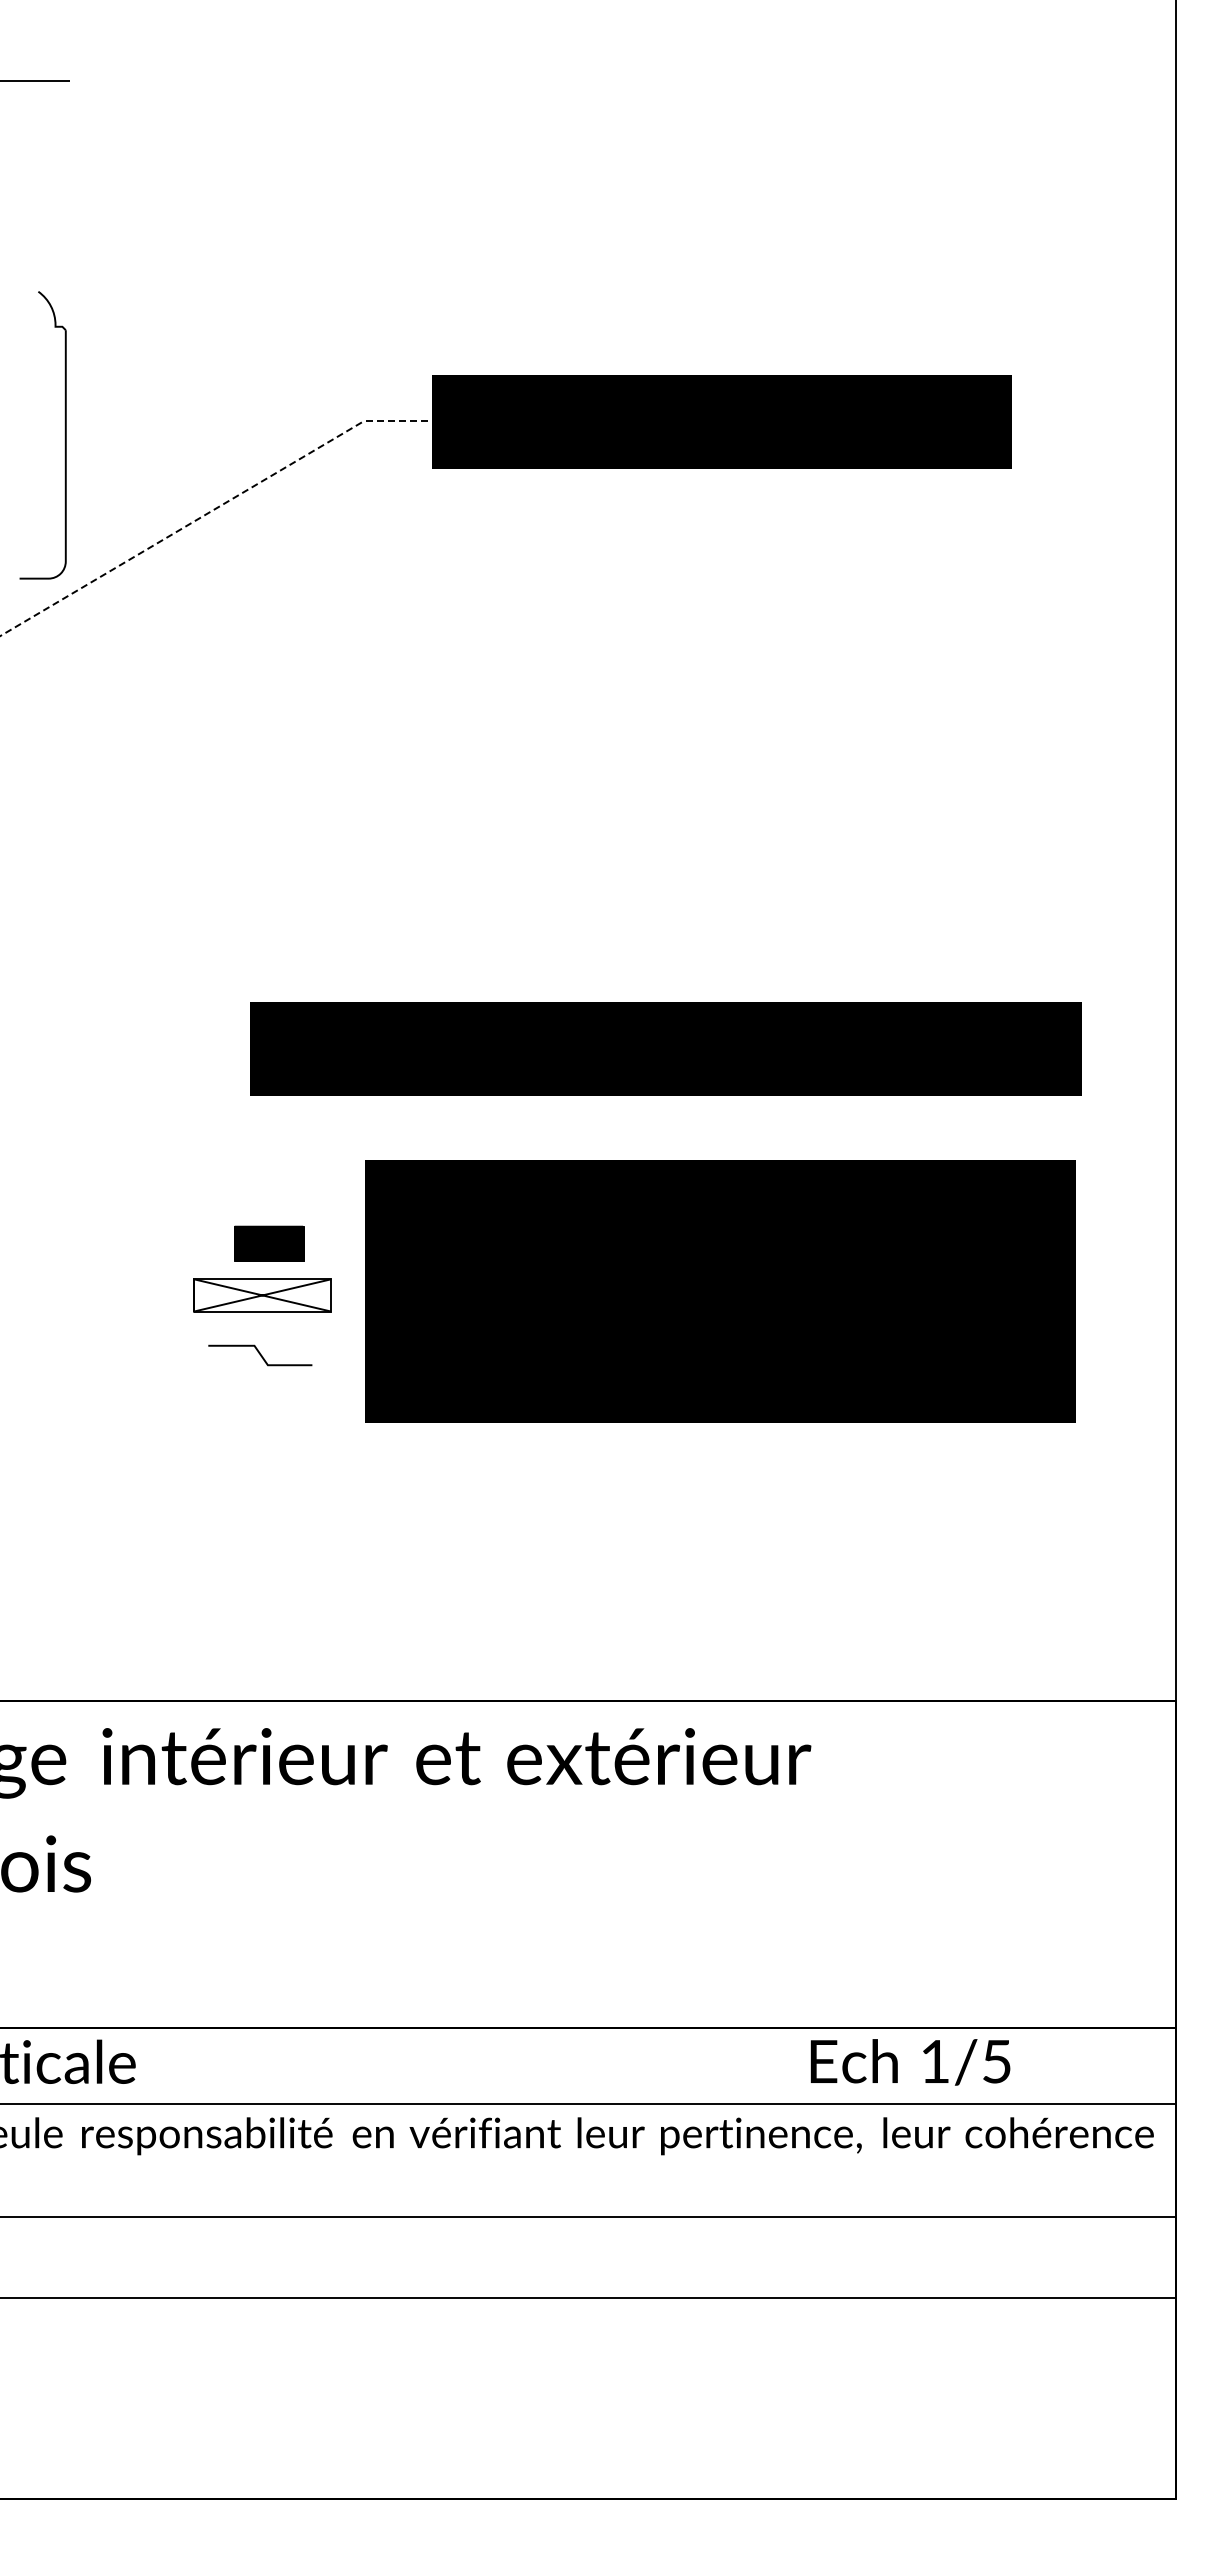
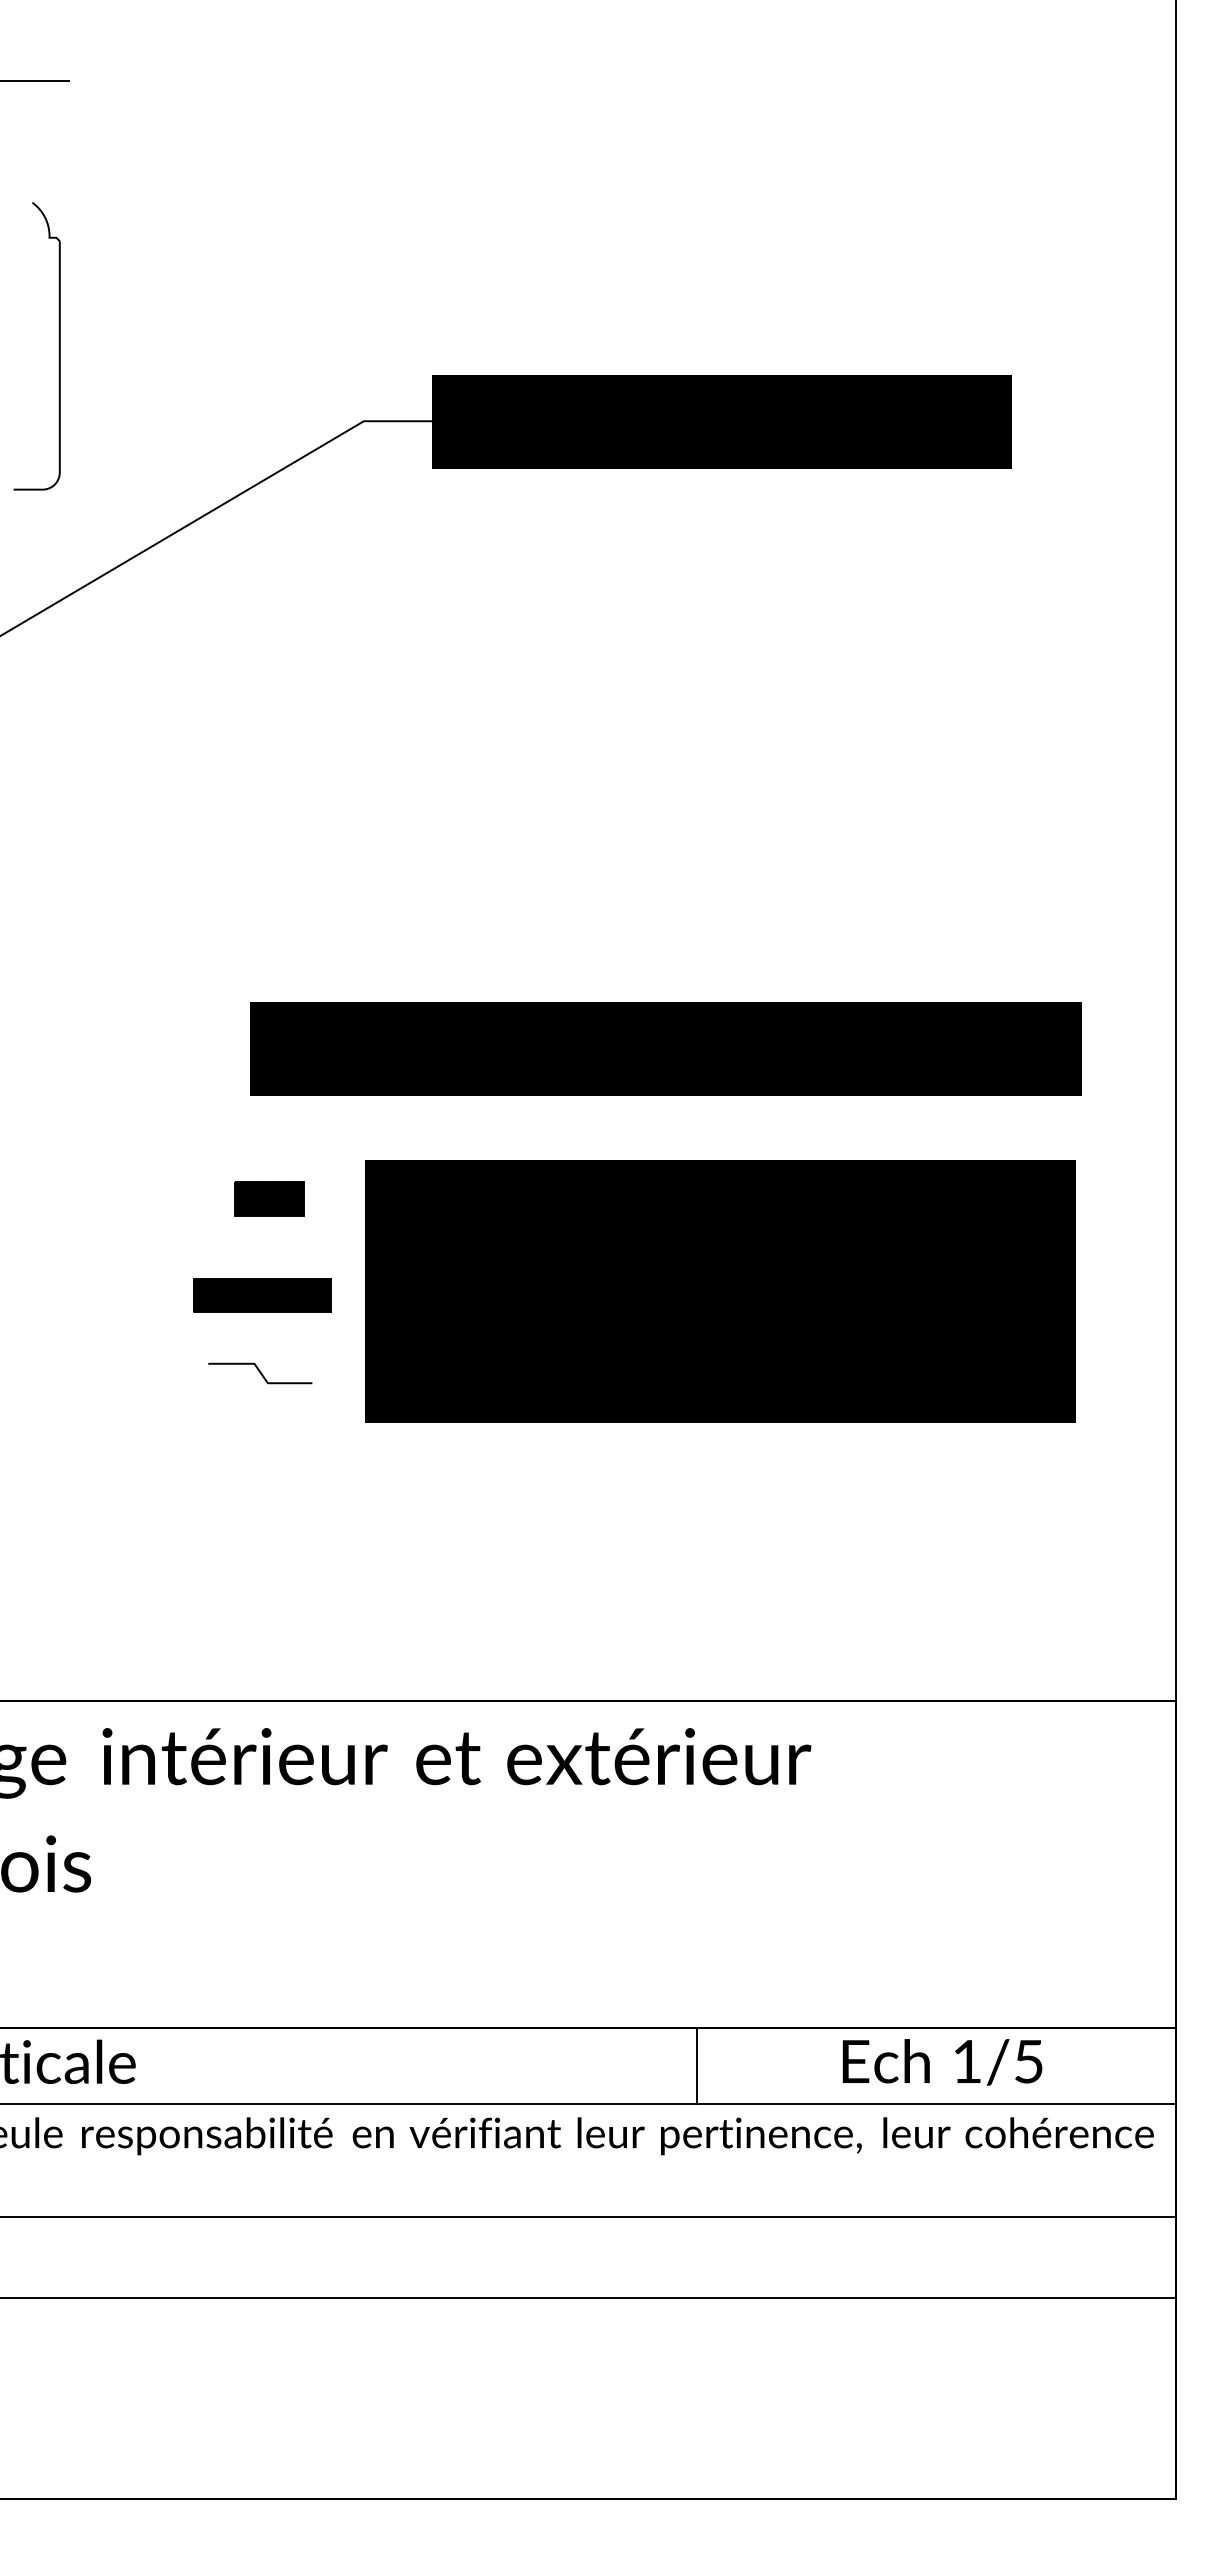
part at (64, 435) position: (64, 435) -> (58, 346)
line at (212, 510): dashed -> solid
part at (269, 1243) position: (269, 1243) -> (269, 1198)
fill at (262, 1295): none -> present
line at (260, 1355) position: (260, 1355) -> (260, 1373)
text at (910, 2062) position: (910, 2062) -> (942, 2062)
line at (696, 2065): none -> present
